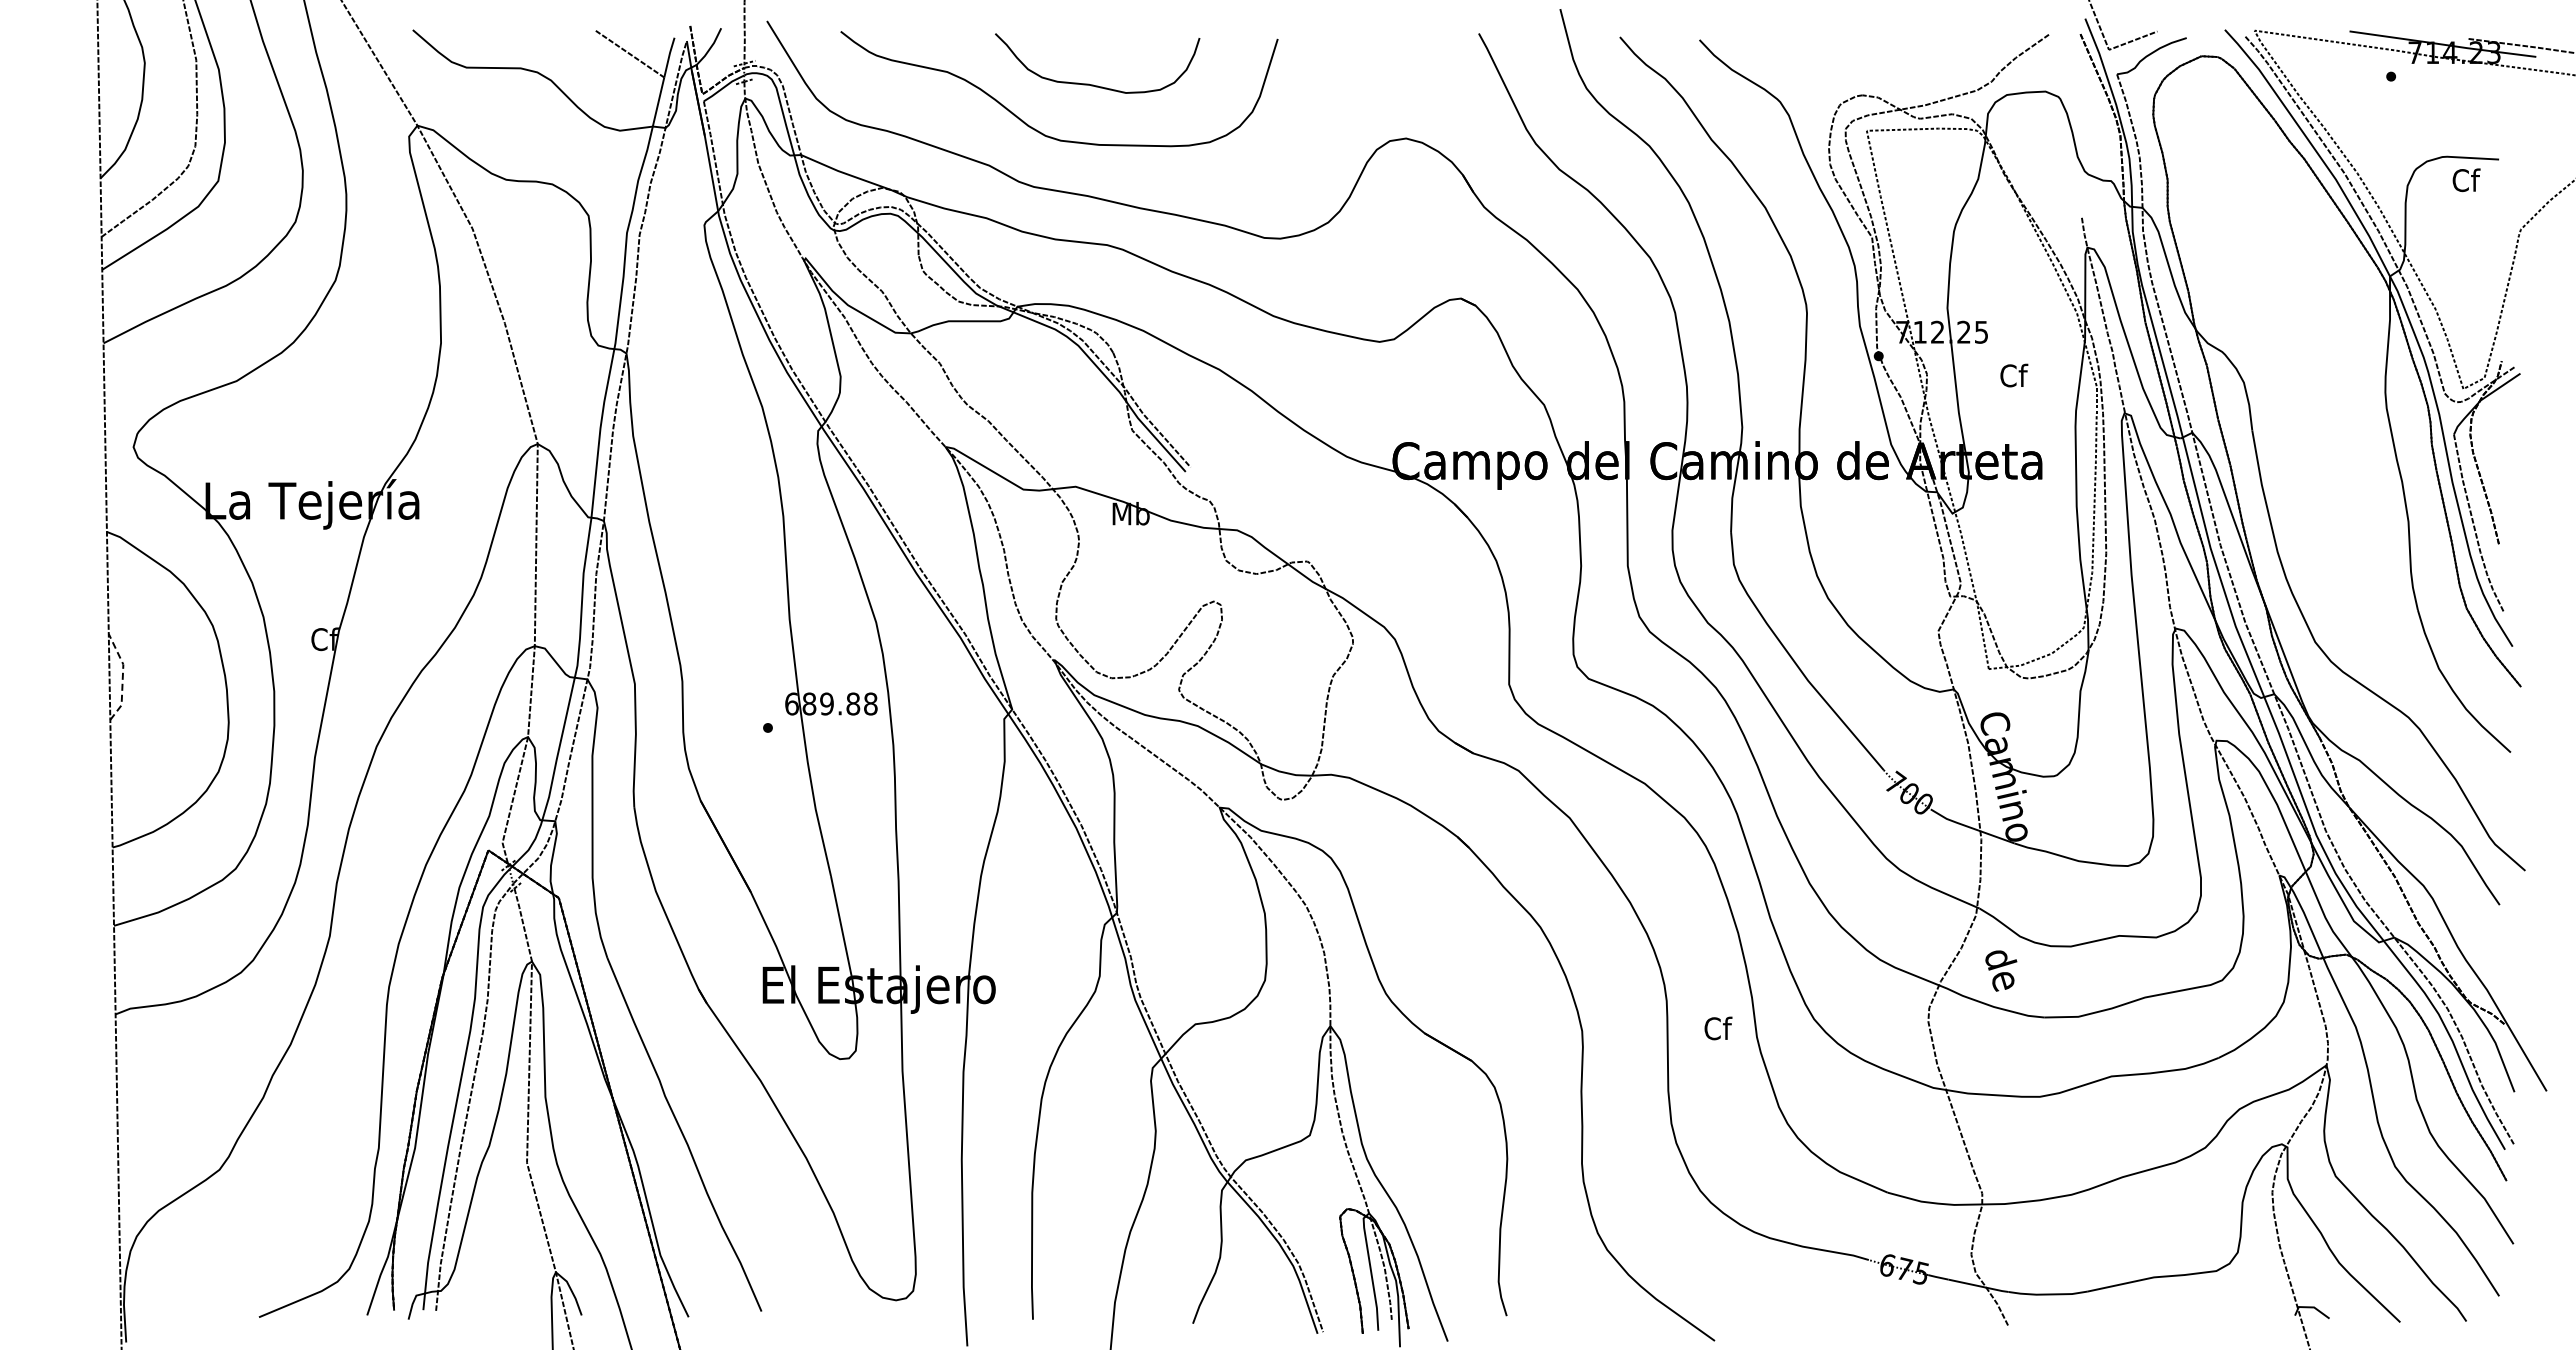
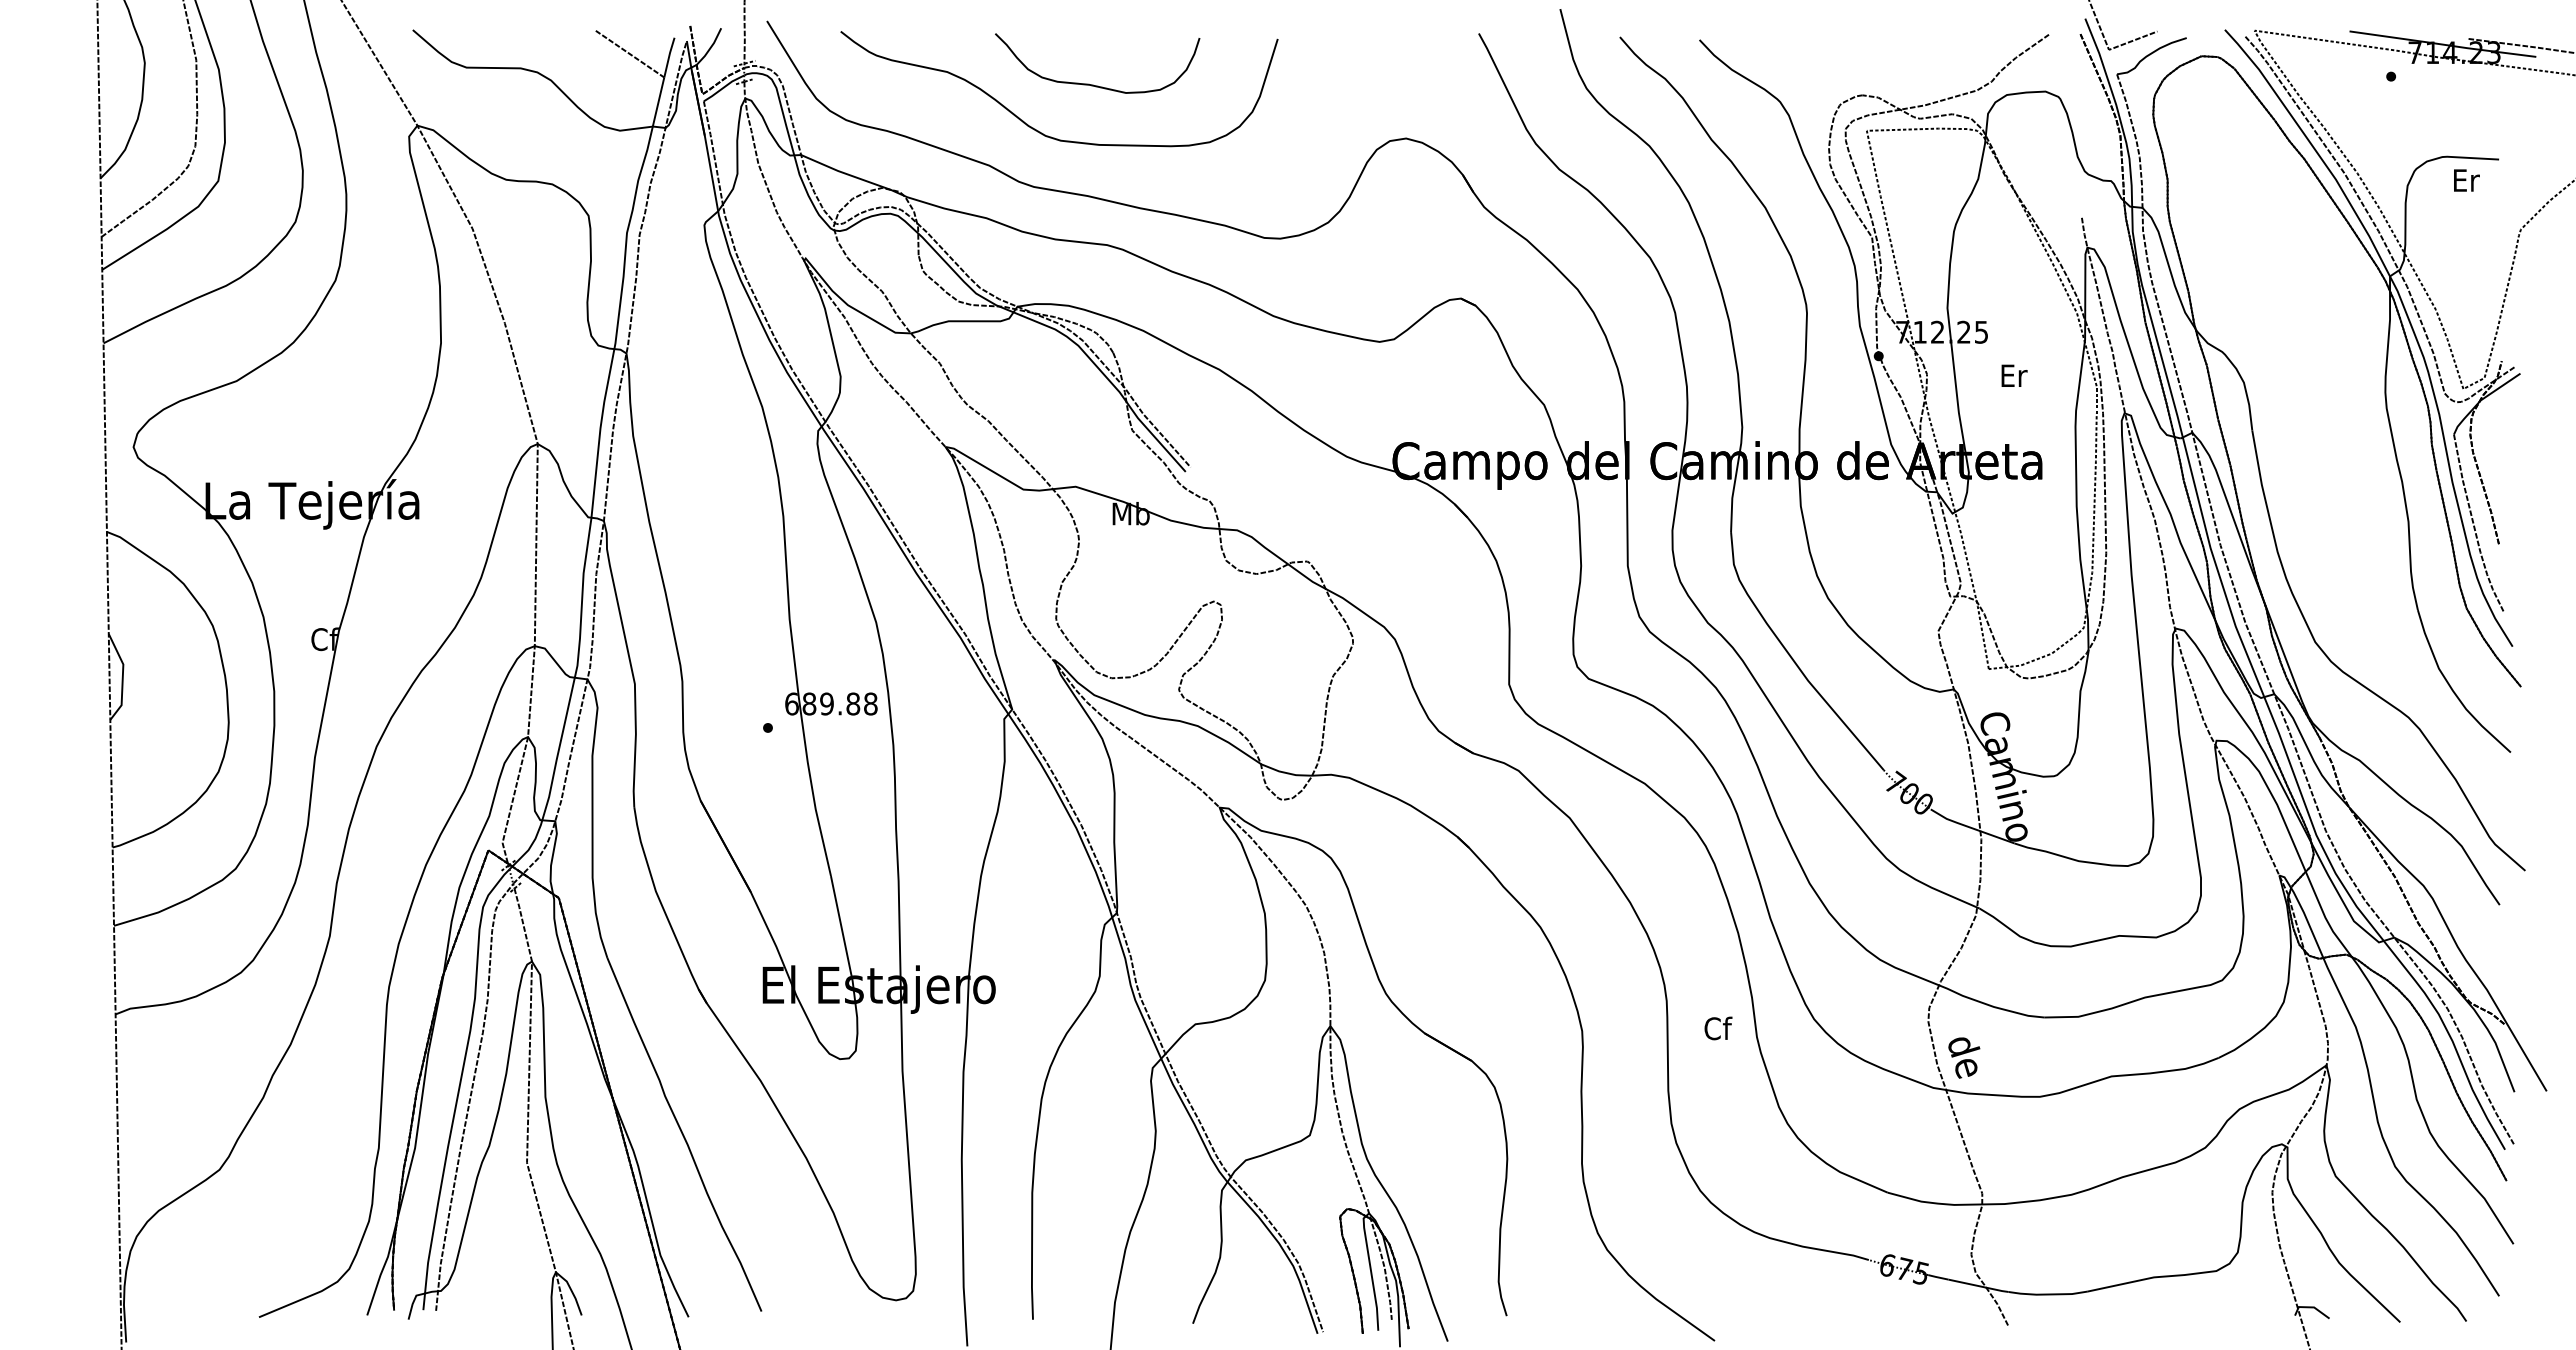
text at (2466, 180): Cf -> Er
text at (2014, 375): Cf -> Er
line at (122, 677): dashed -> solid
text at (2001, 970) position: (2001, 970) -> (1964, 1057)
